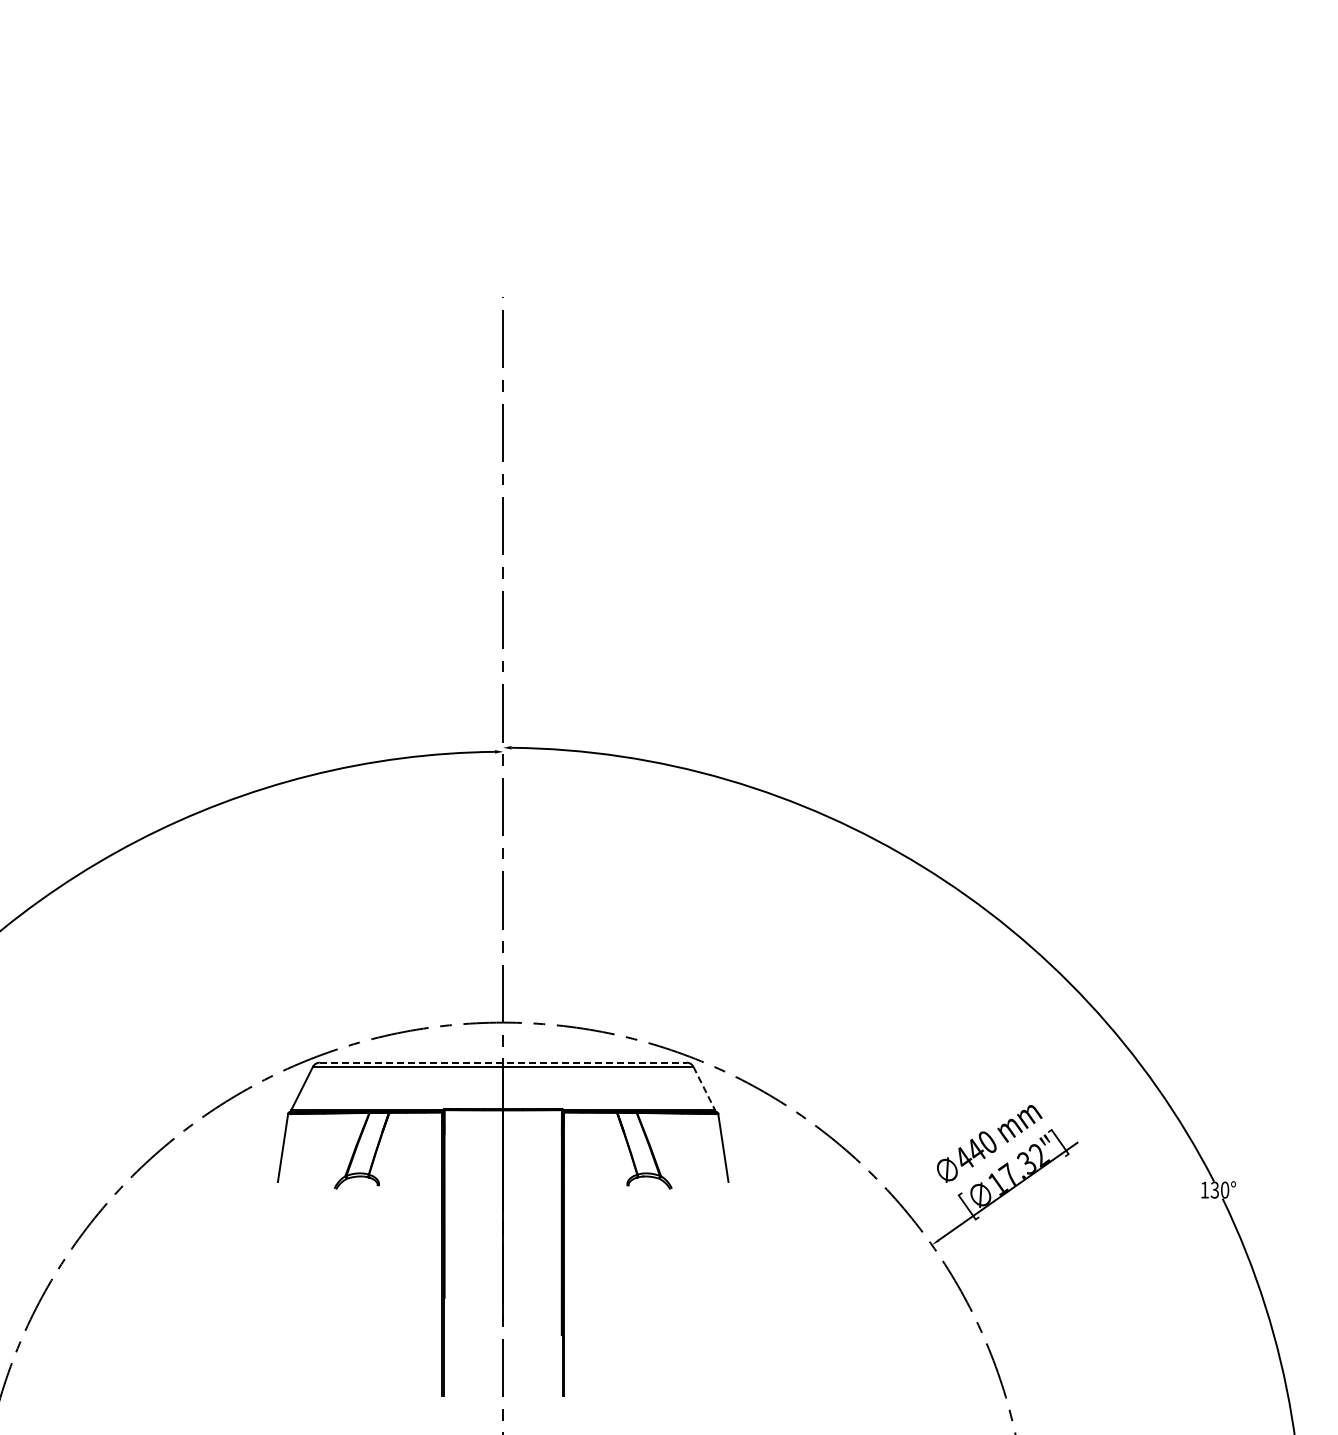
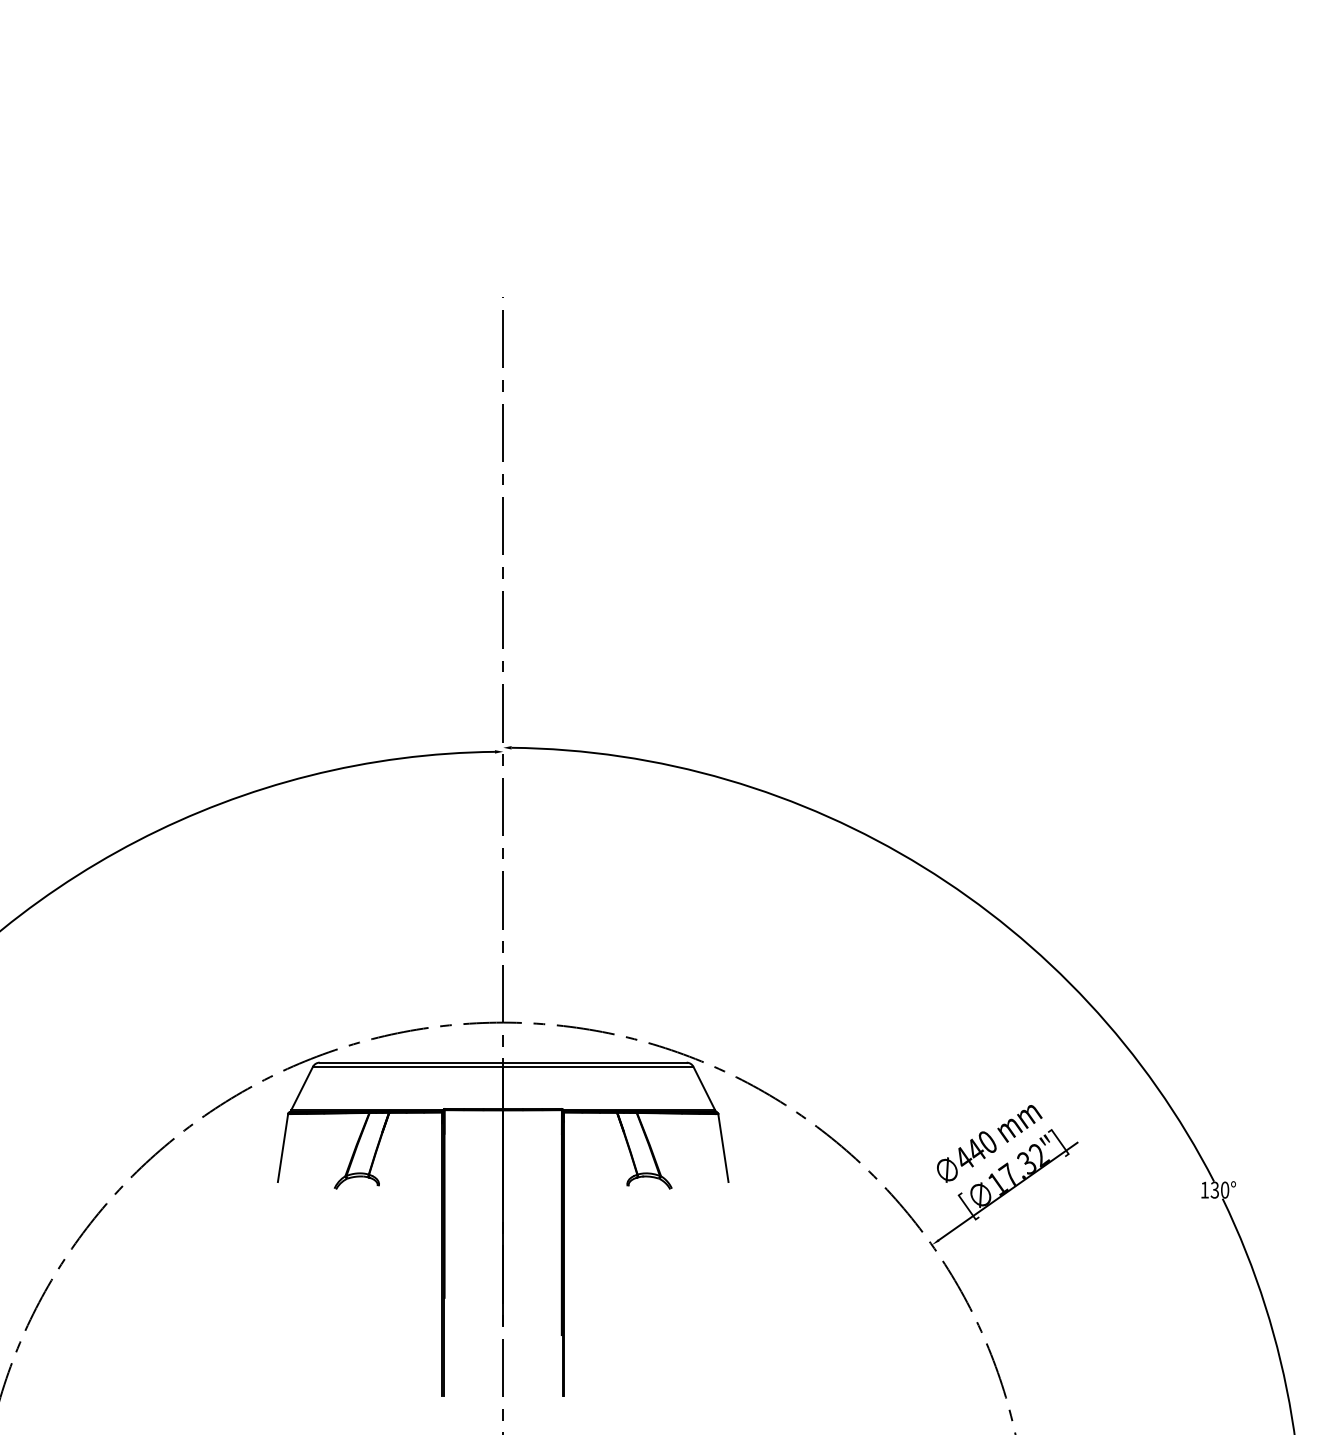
line at (503, 1062): dashed -> solid
line at (704, 1089): dashed -> solid
